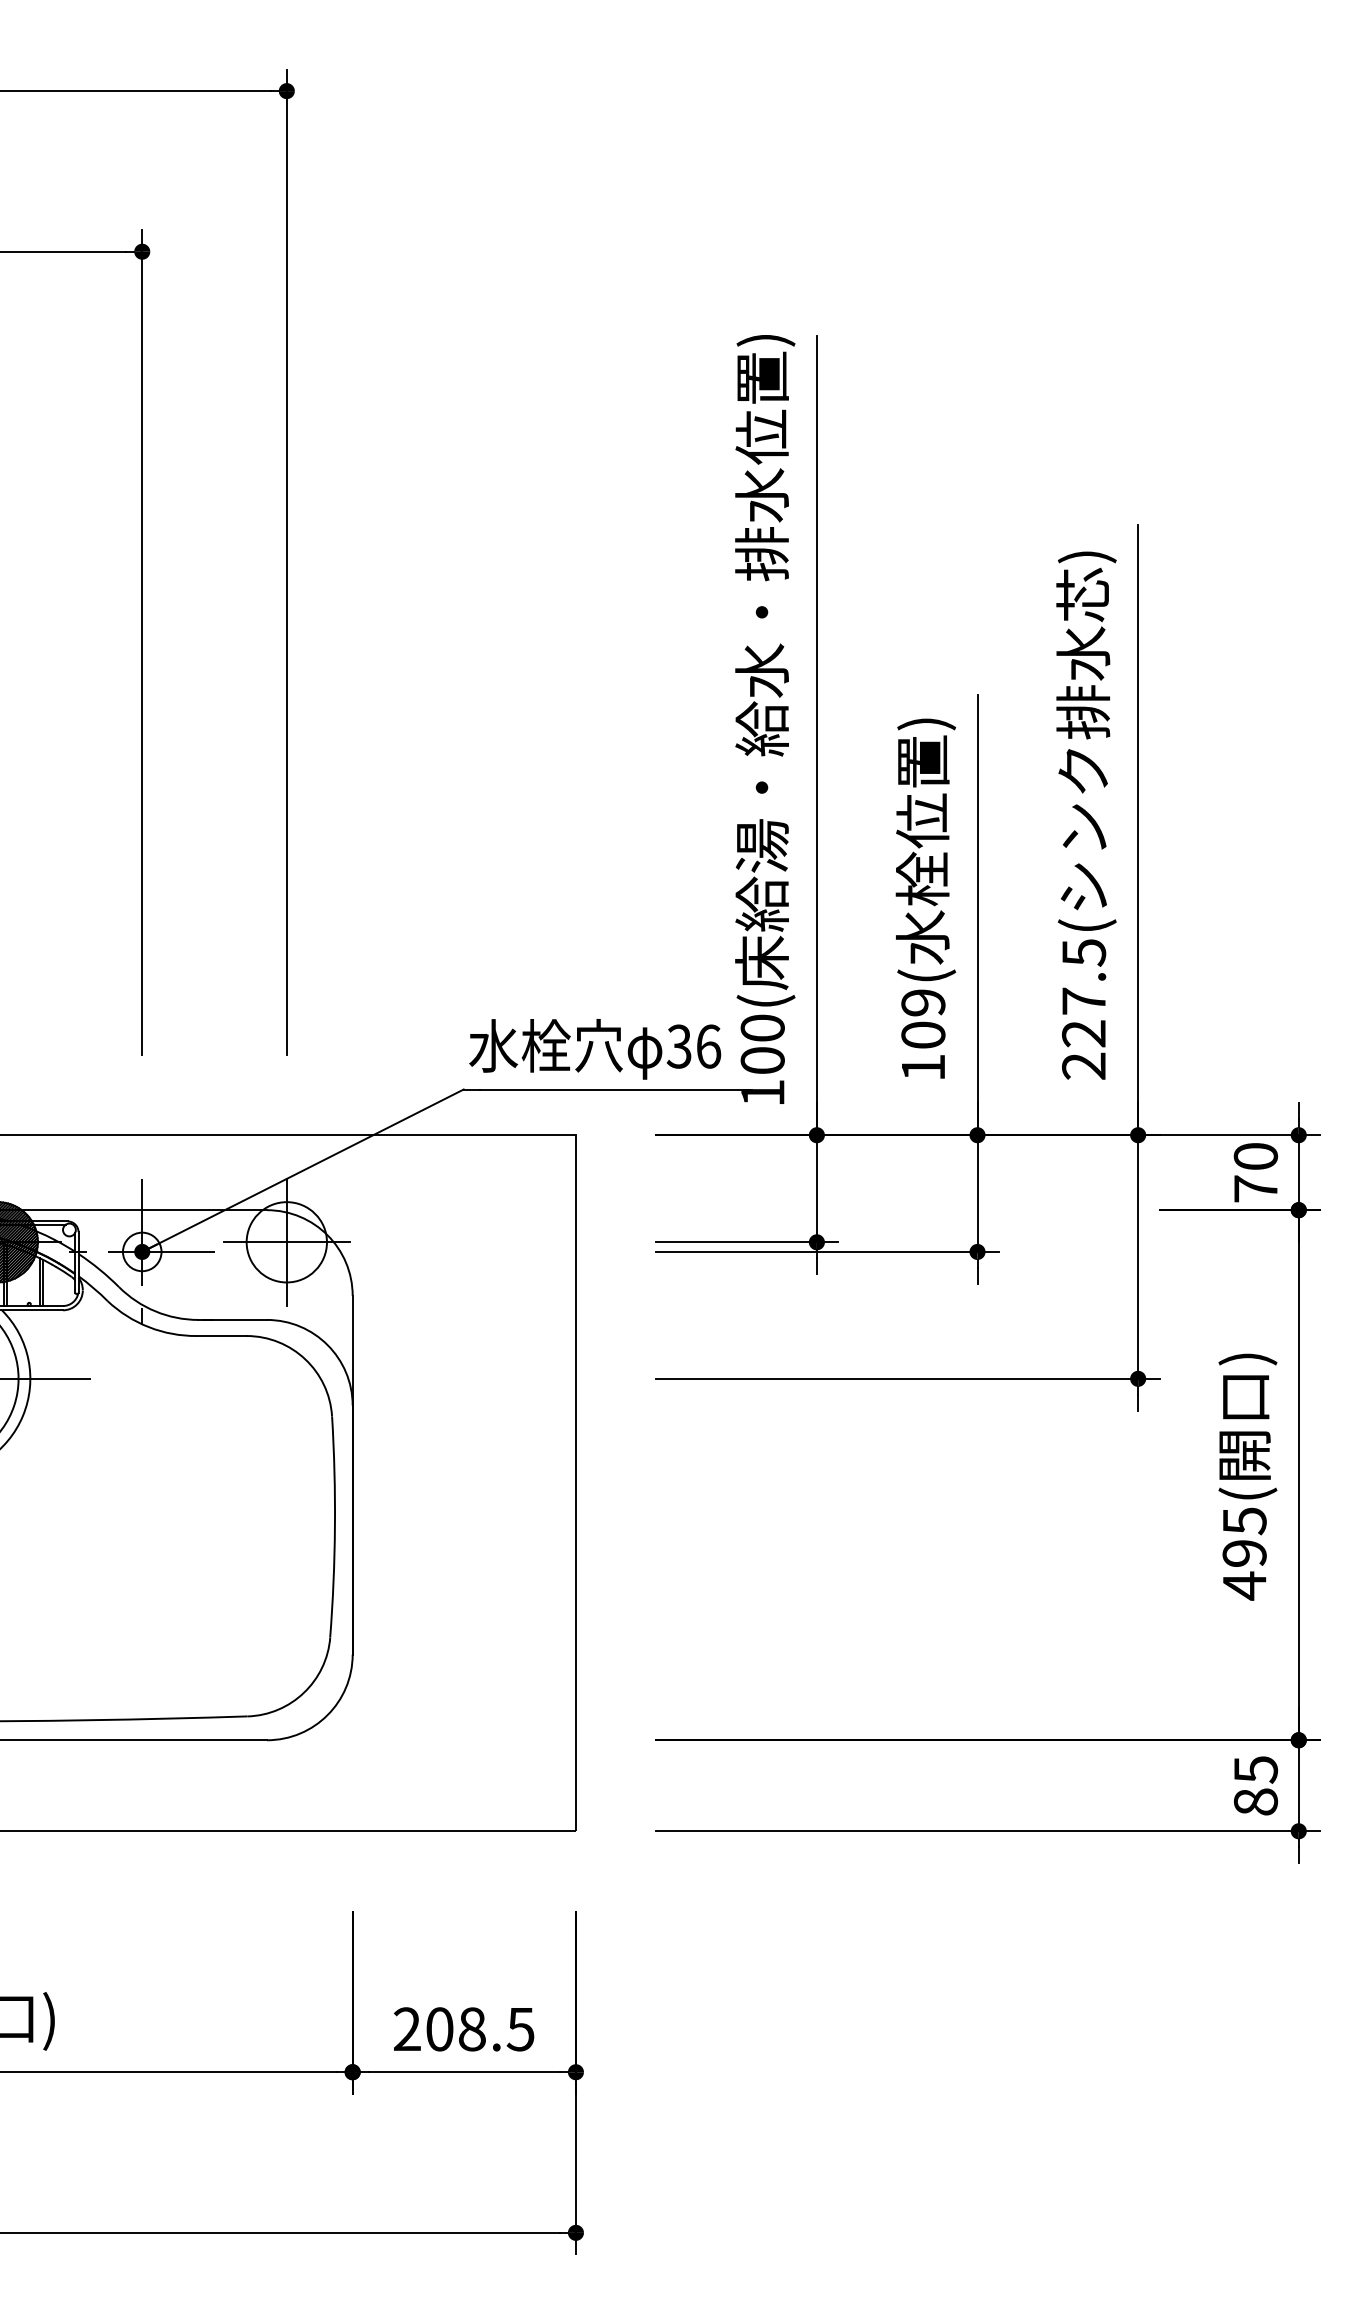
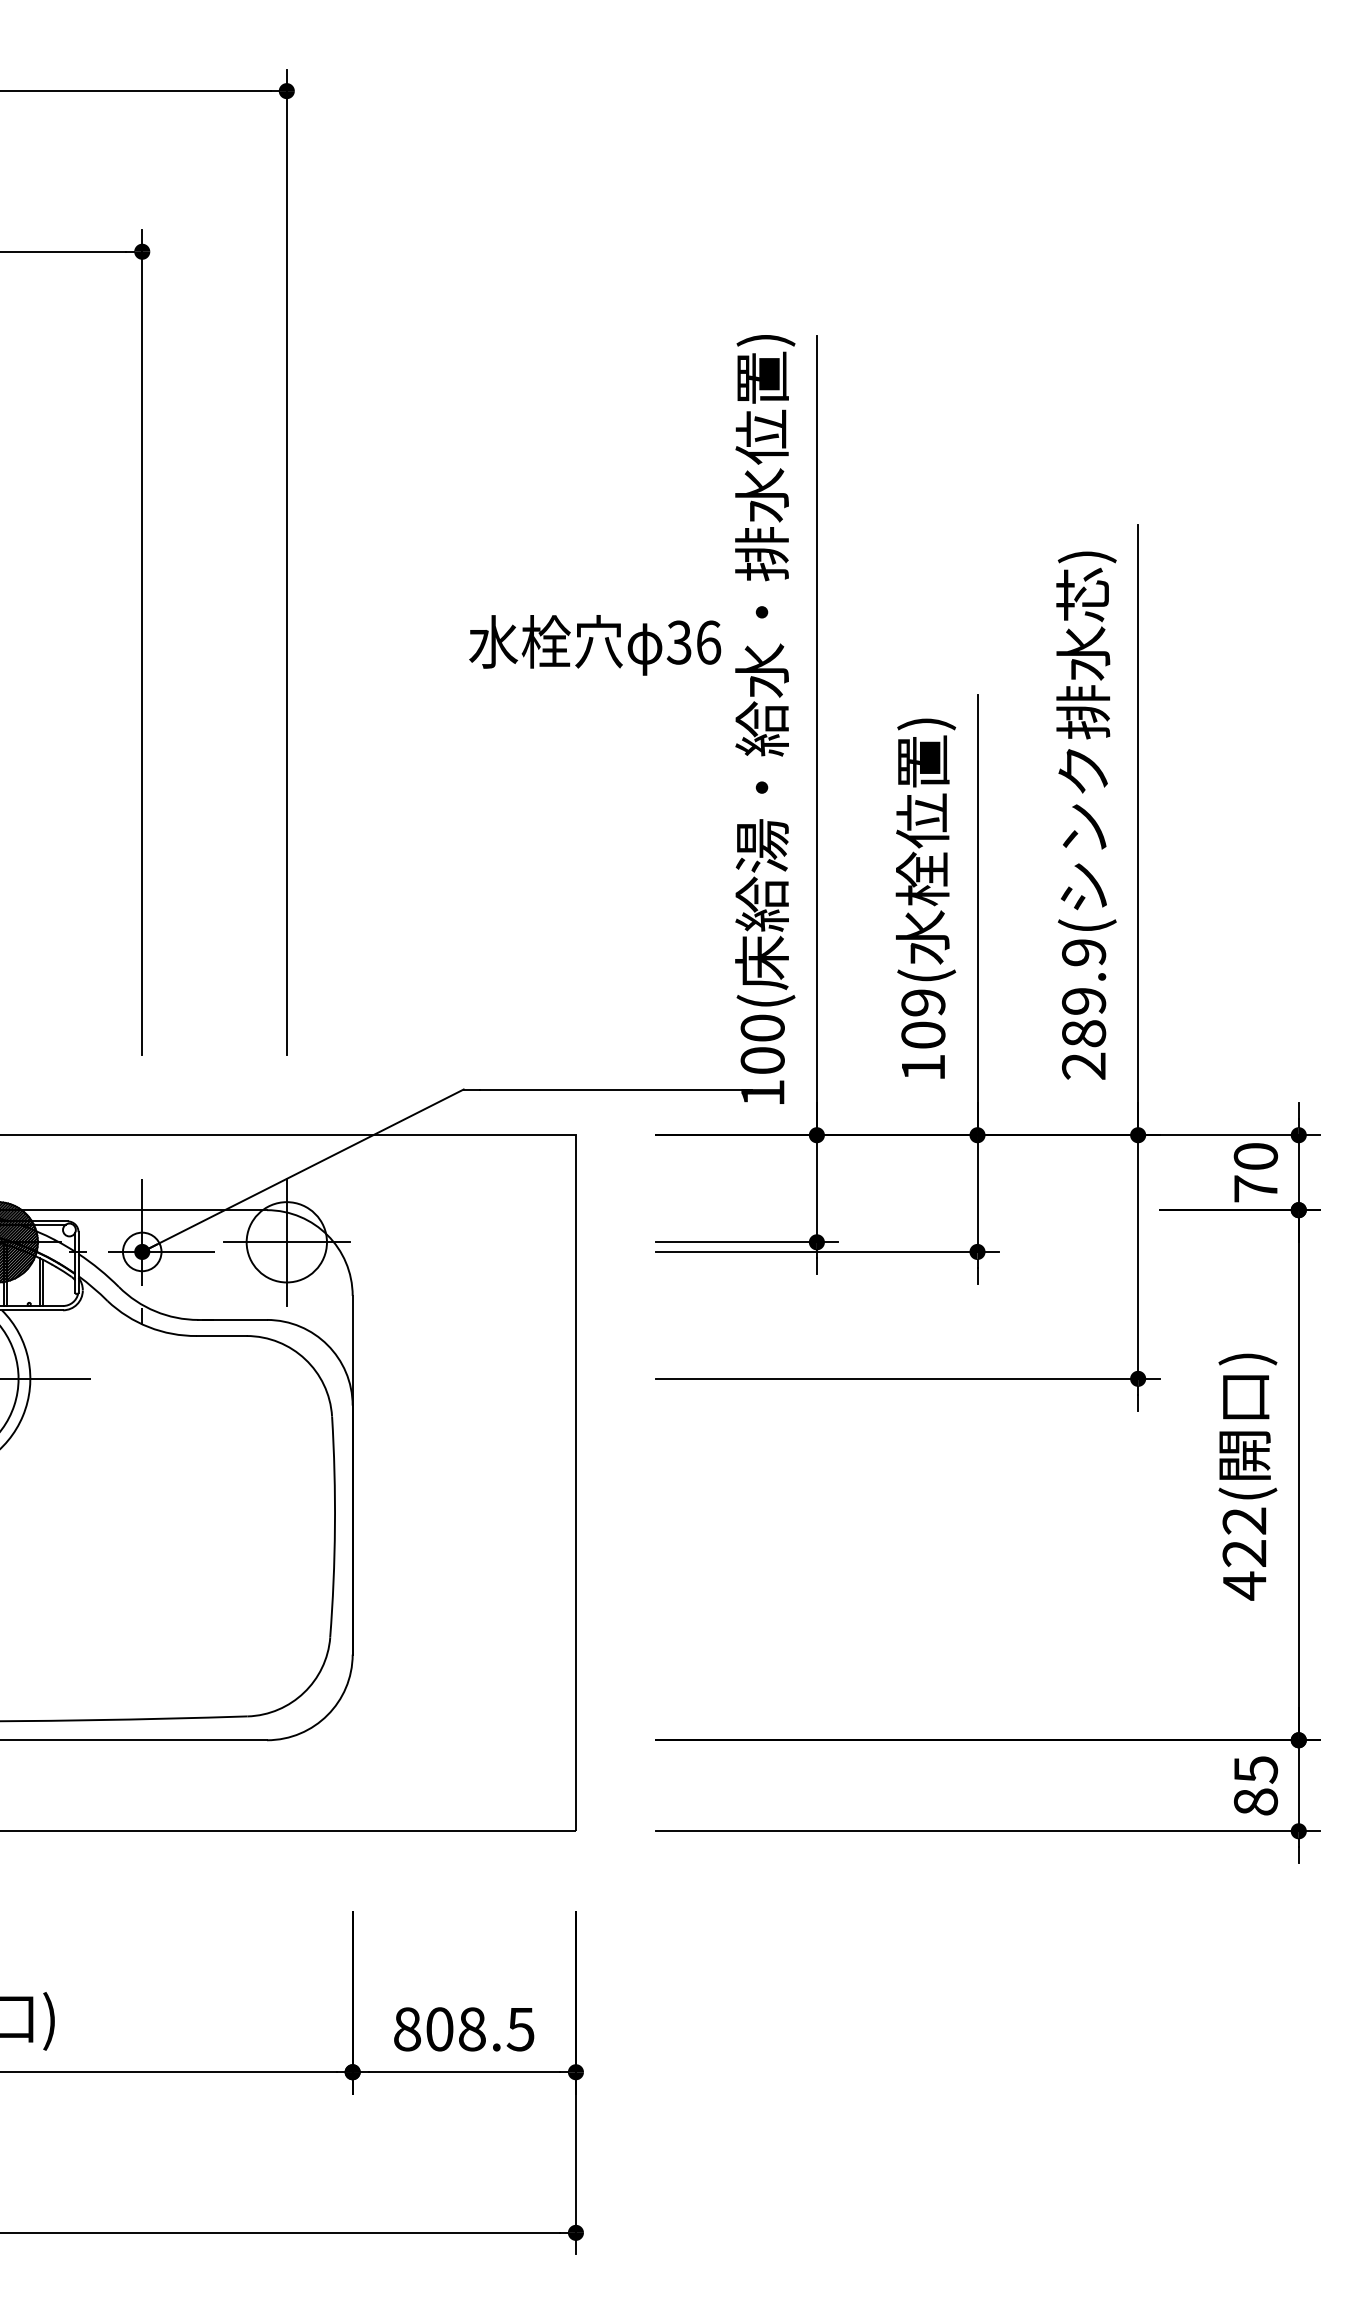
text at (1084, 993): 227.5( -> 289.9(
text at (595, 1049) position: (595, 1049) -> (595, 645)
text at (1244, 1536): 495( -> 422(
text at (407, 2029): 208.5 -> 808.5
